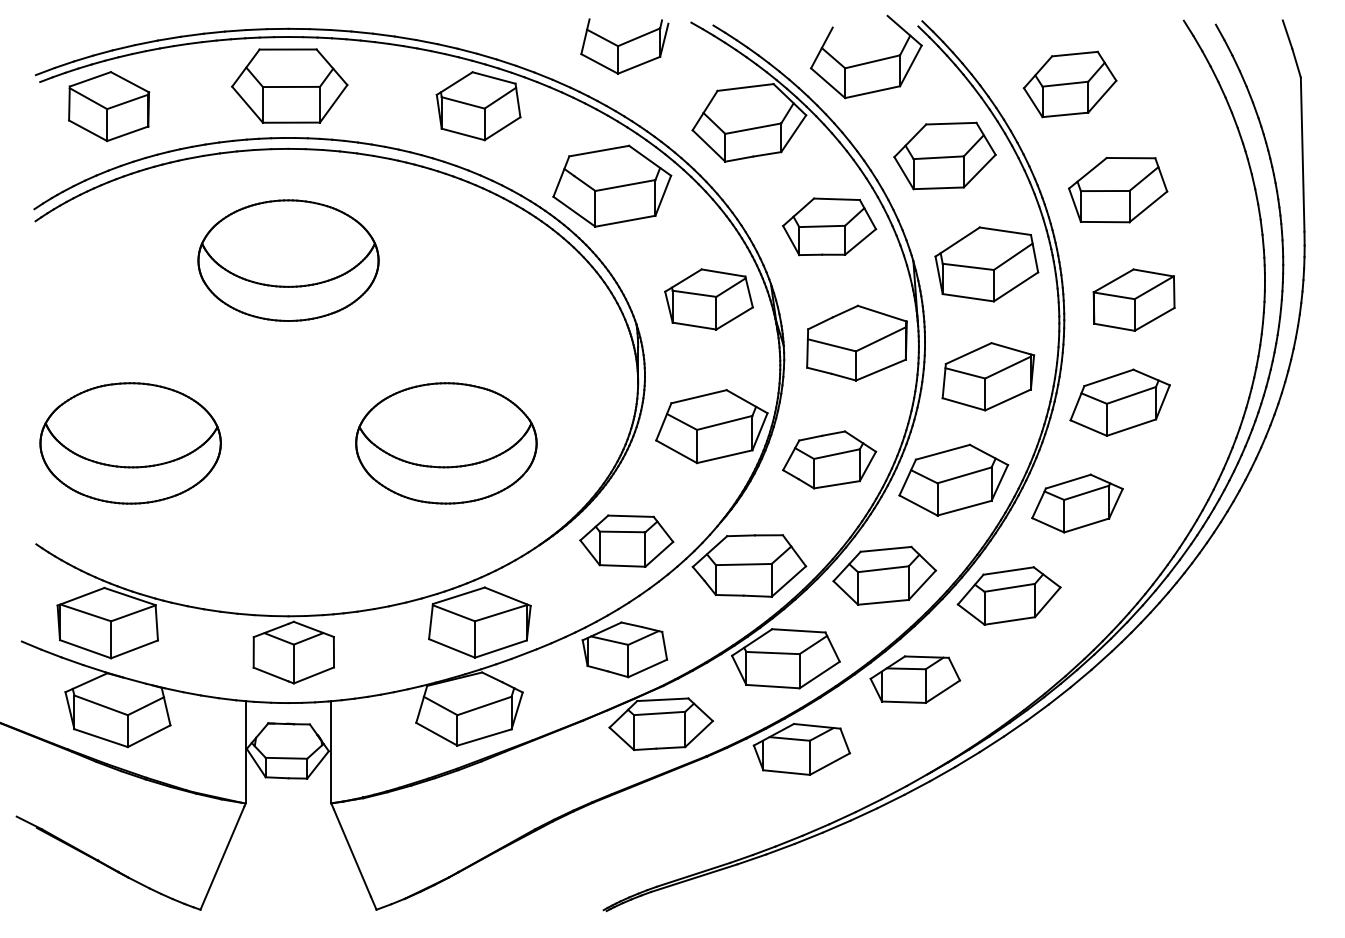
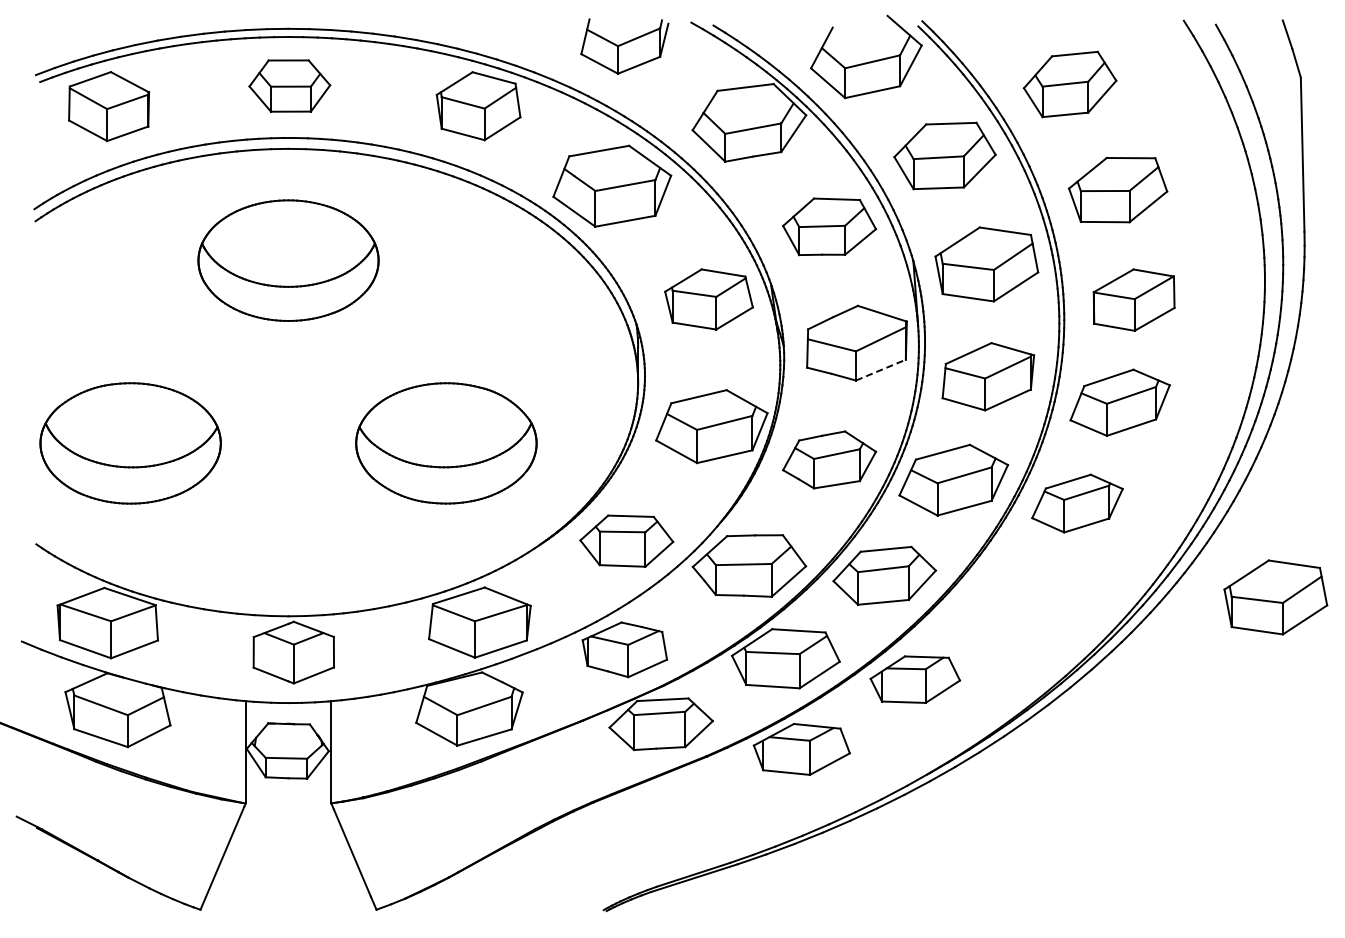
part at (289, 85) size: 118x76 px -> 84x54 px
line at (881, 369): solid -> dashed
part at (1008, 595): present -> none
part at (1275, 597): none -> present
